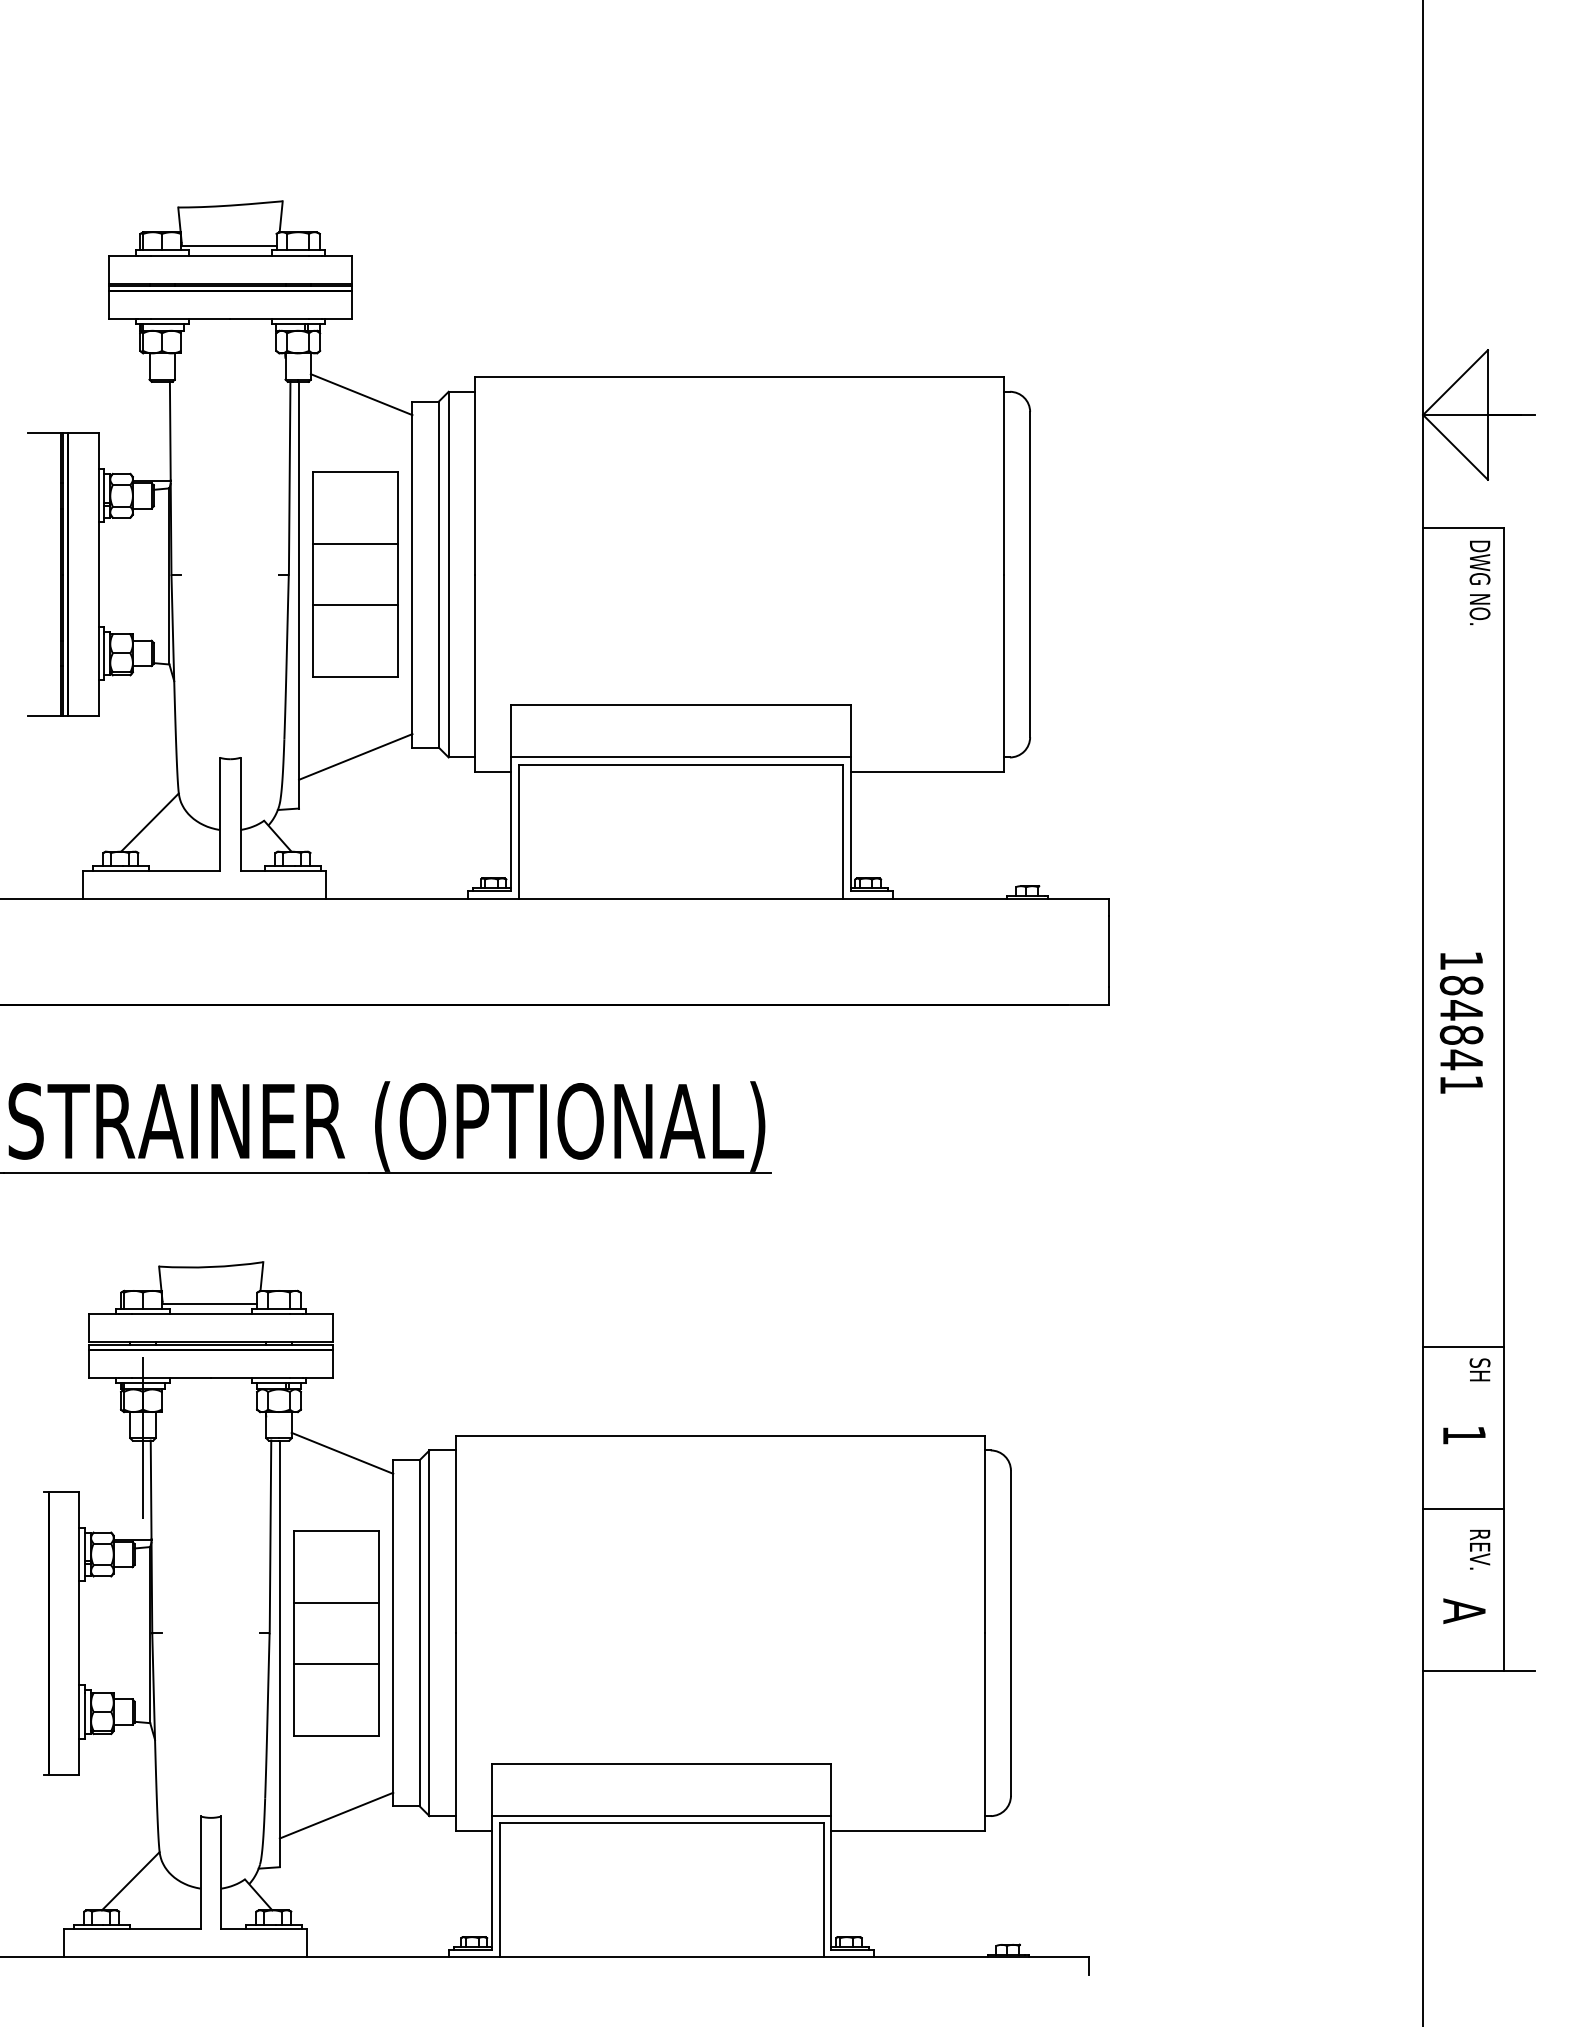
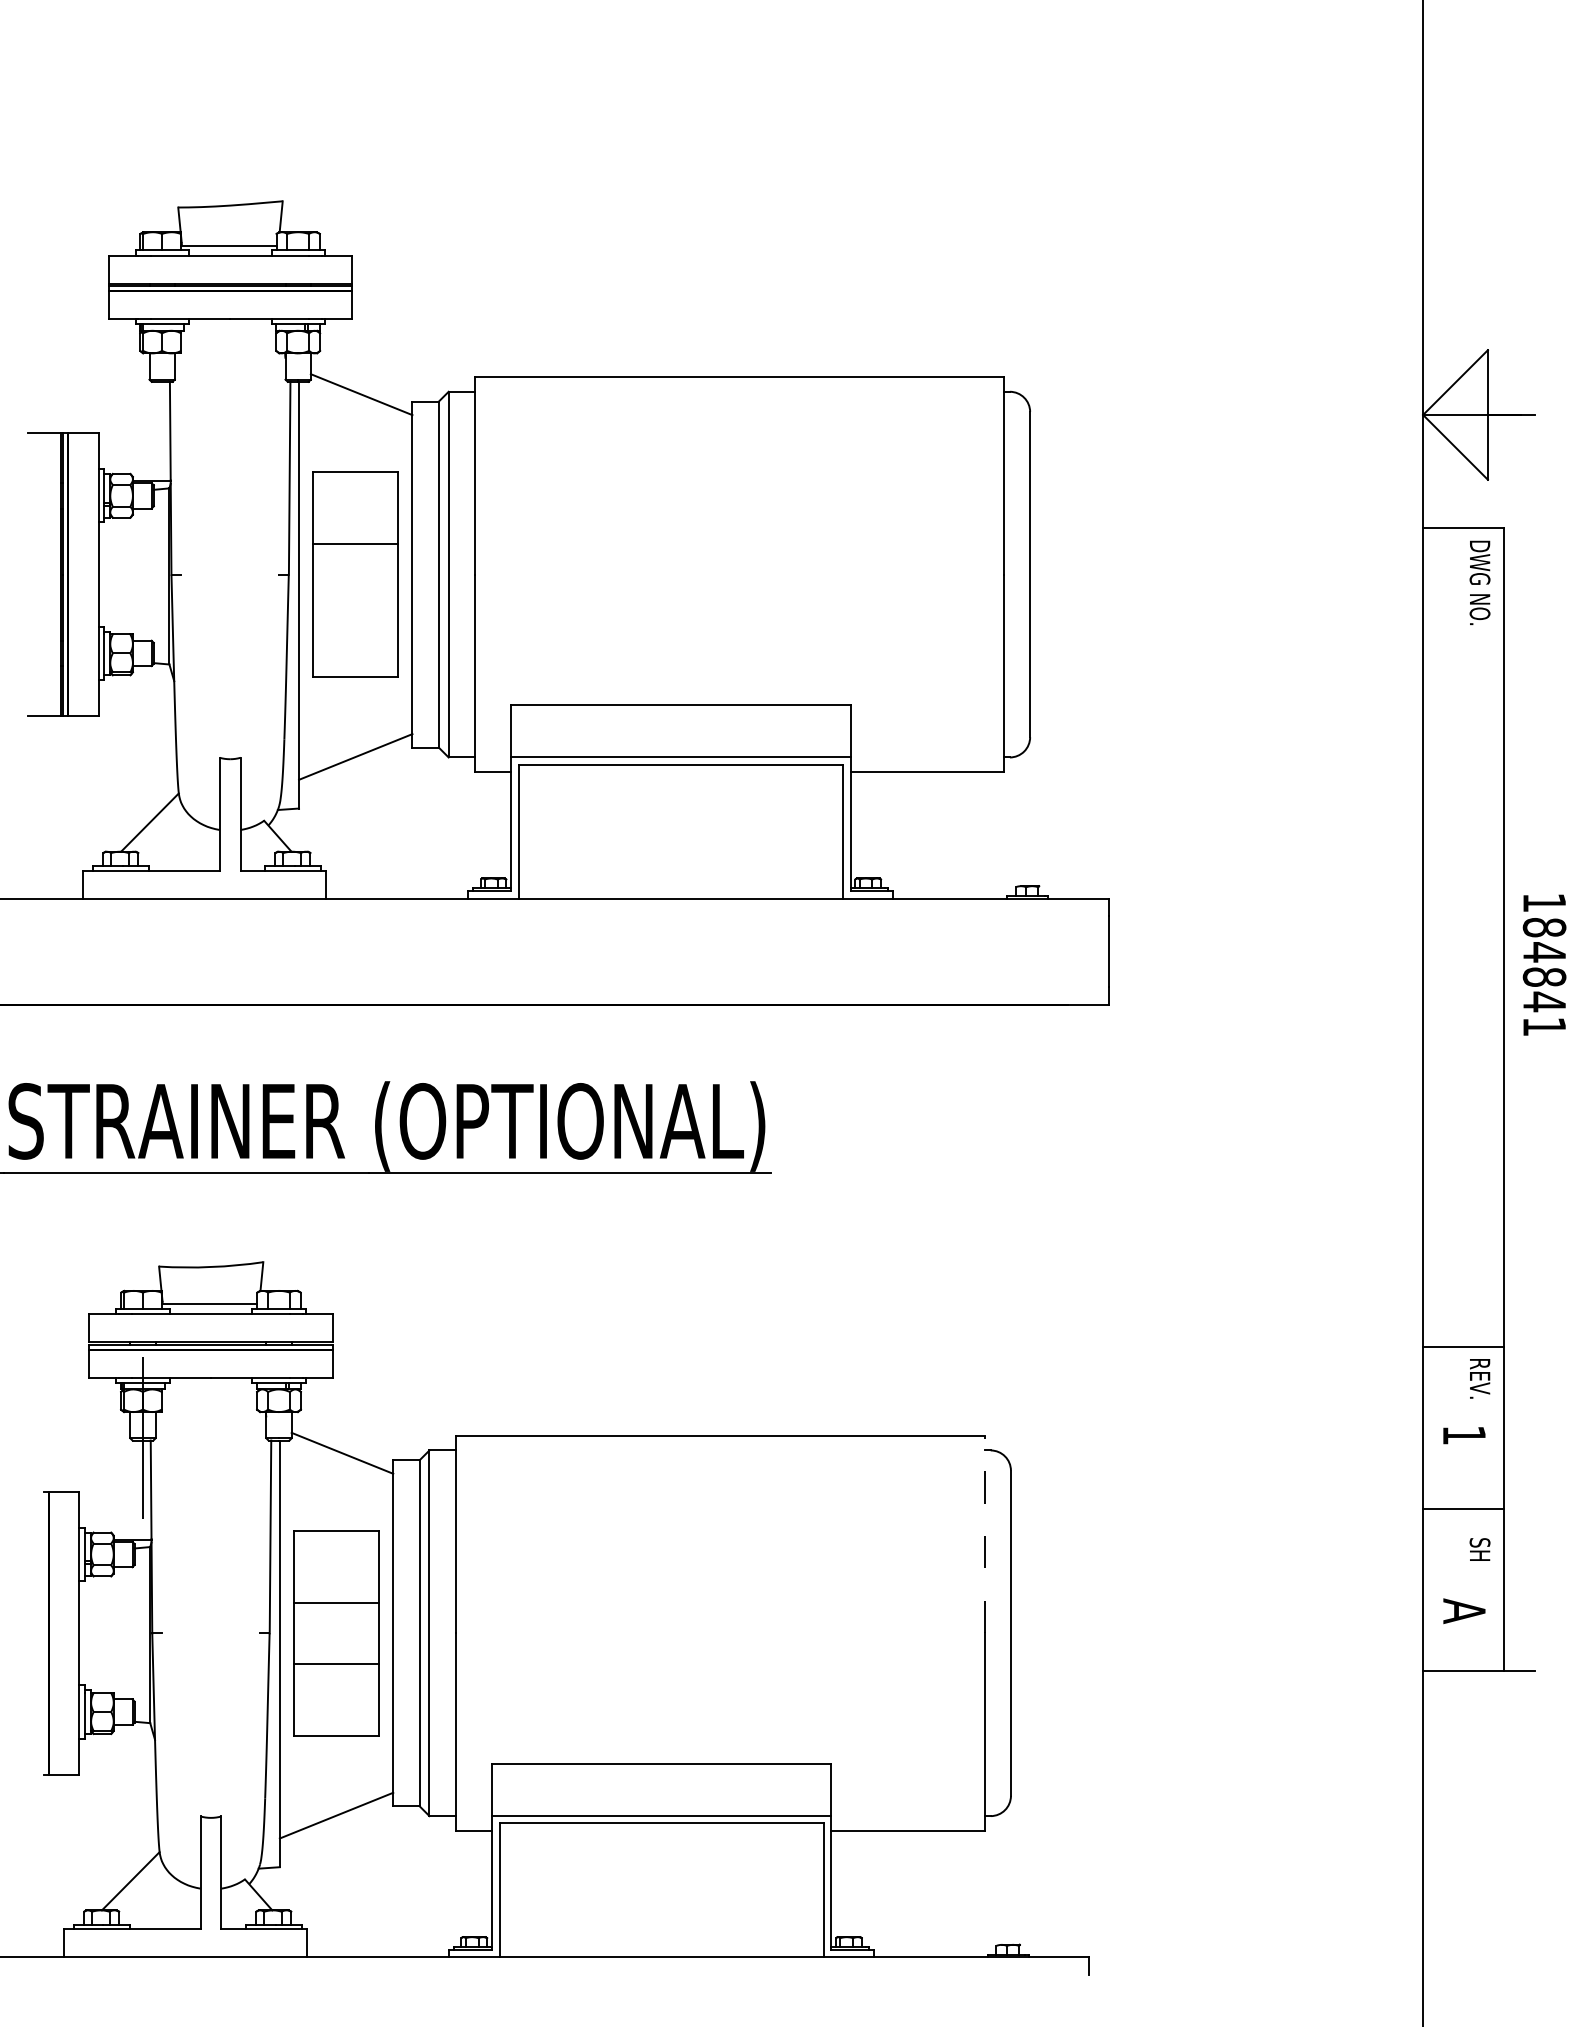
line at (355, 605): present -> none
text at (1461, 1022) position: (1461, 1022) -> (1544, 964)
text at (1479, 1378): SH -> REV.
line at (984, 1534): solid -> dashed
text at (1479, 1549): REV. -> SH
